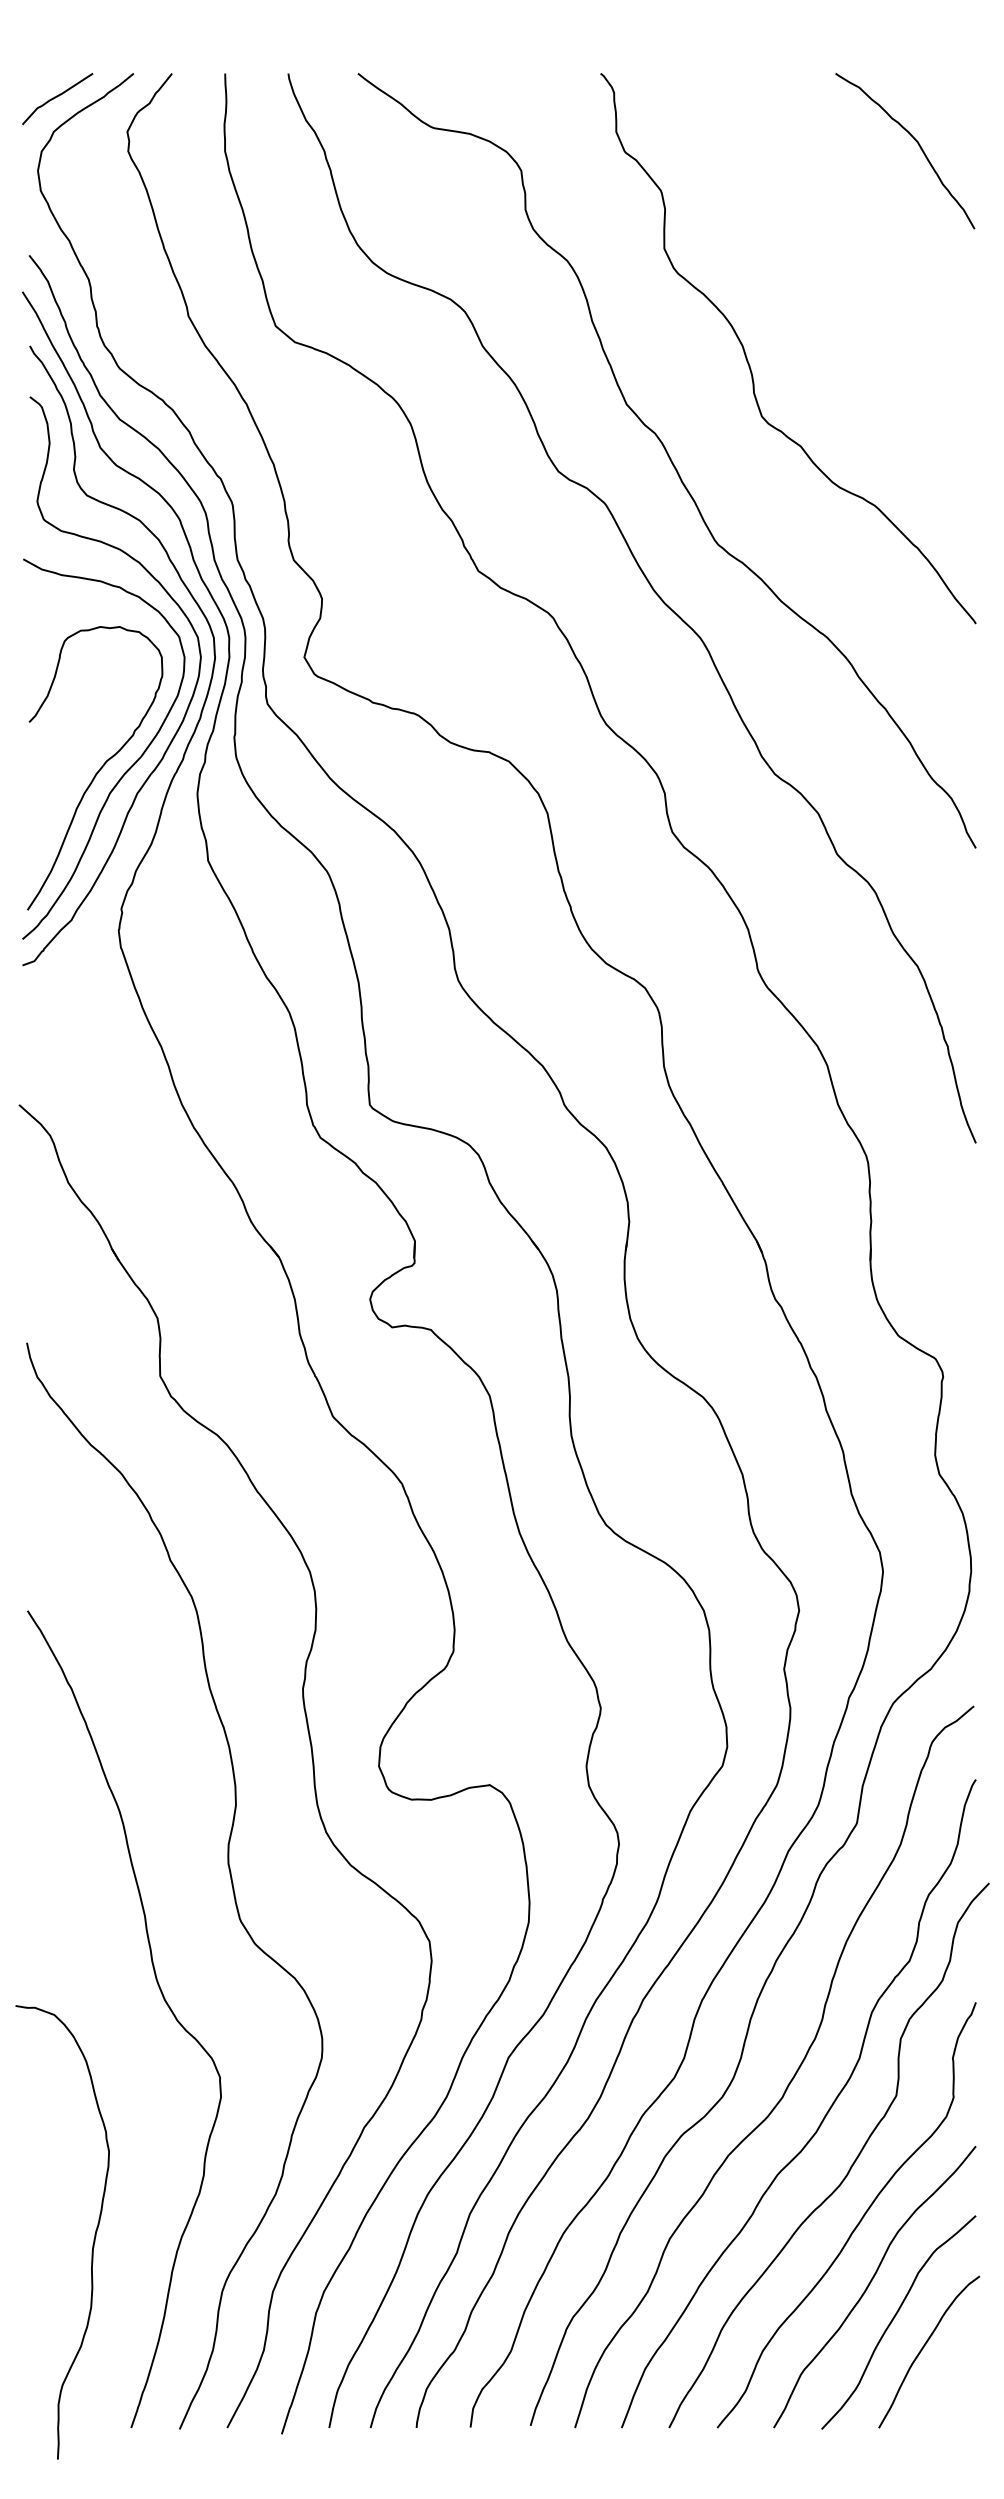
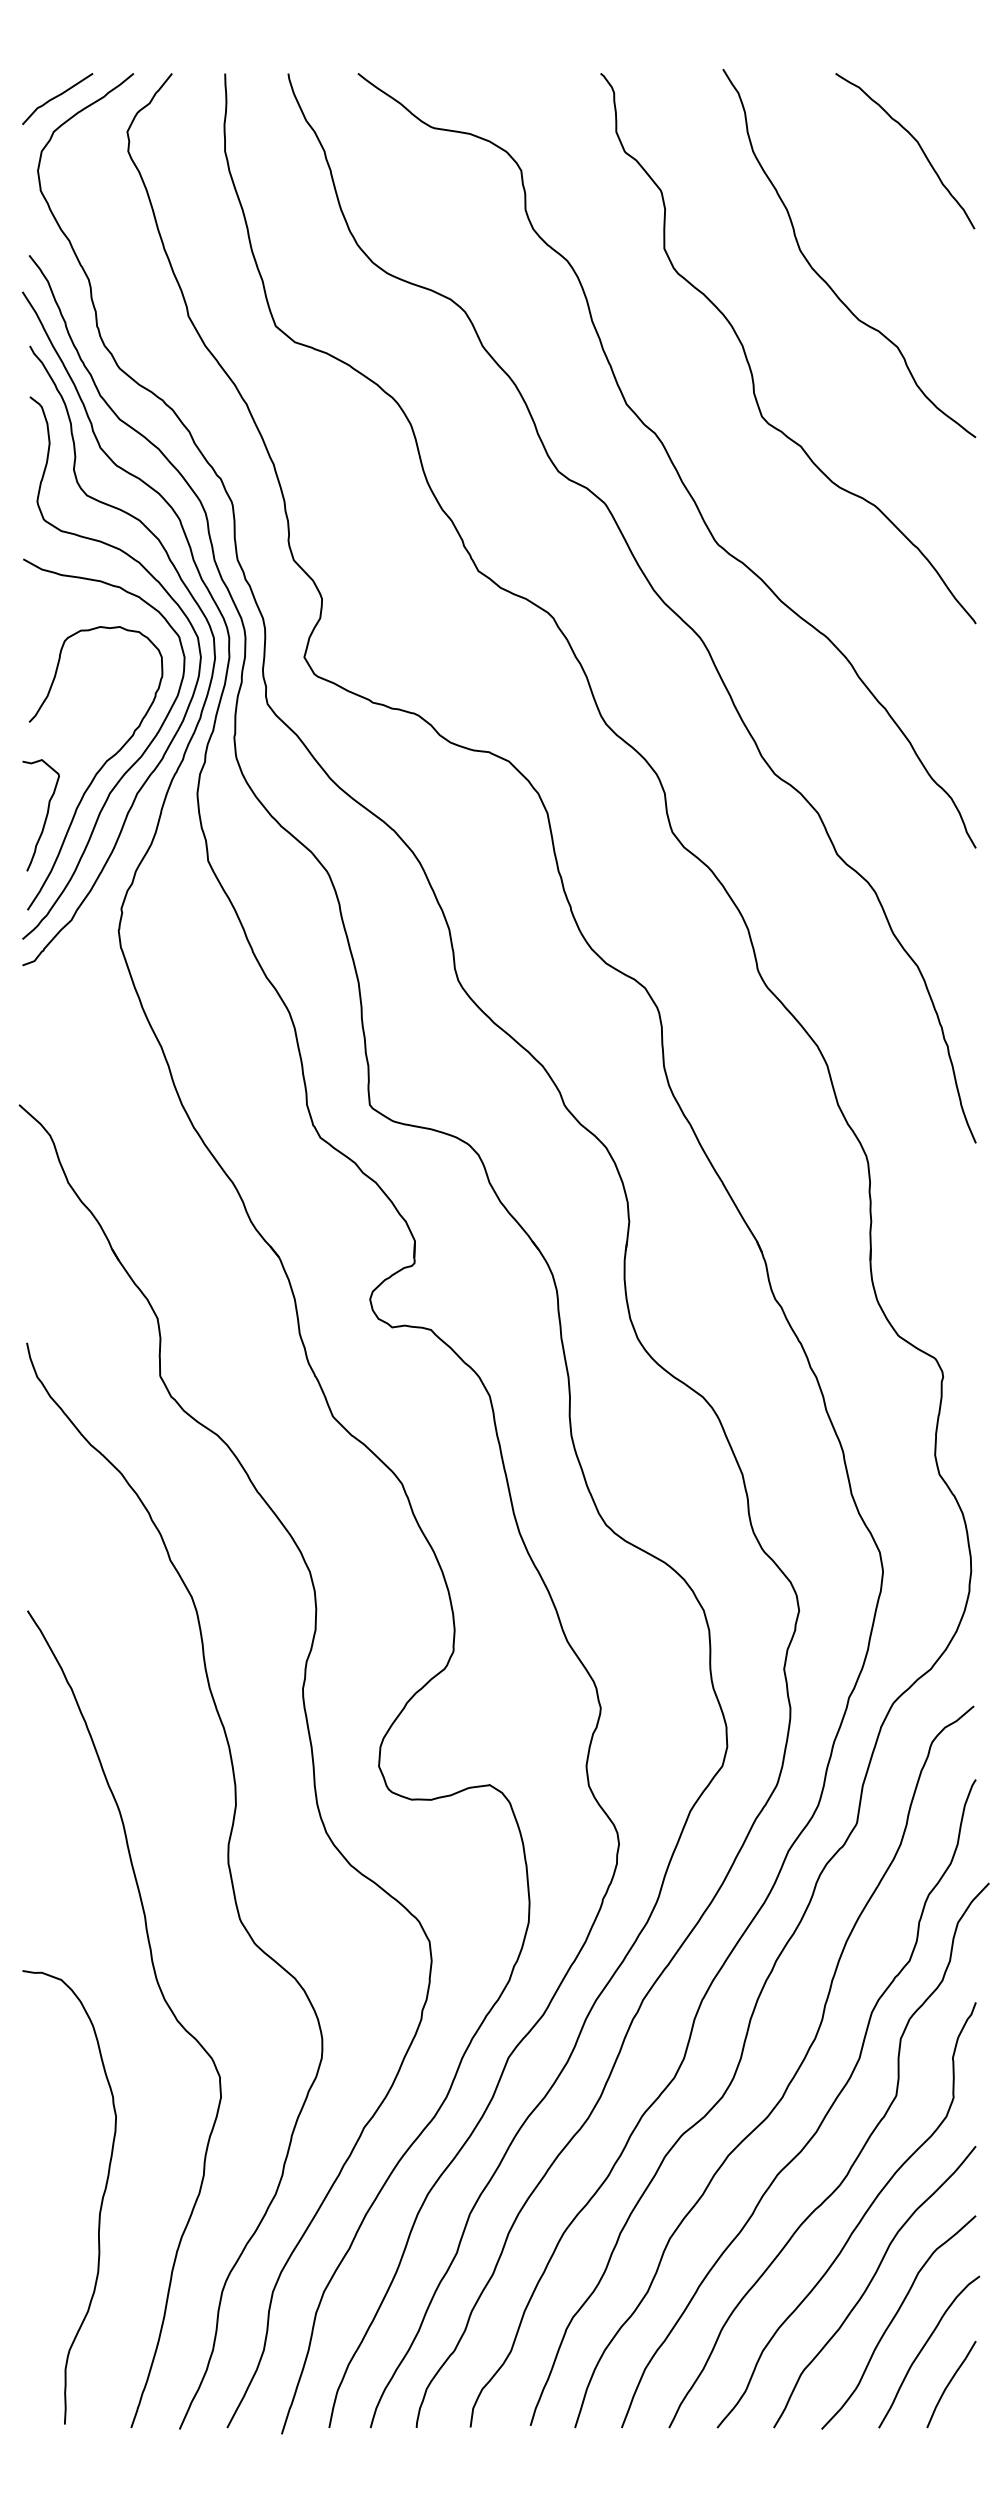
curve at (823, 278): none -> present
curve at (45, 816): none -> present
curve at (93, 2239) position: (93, 2239) -> (100, 2204)
curve at (950, 2383): none -> present
